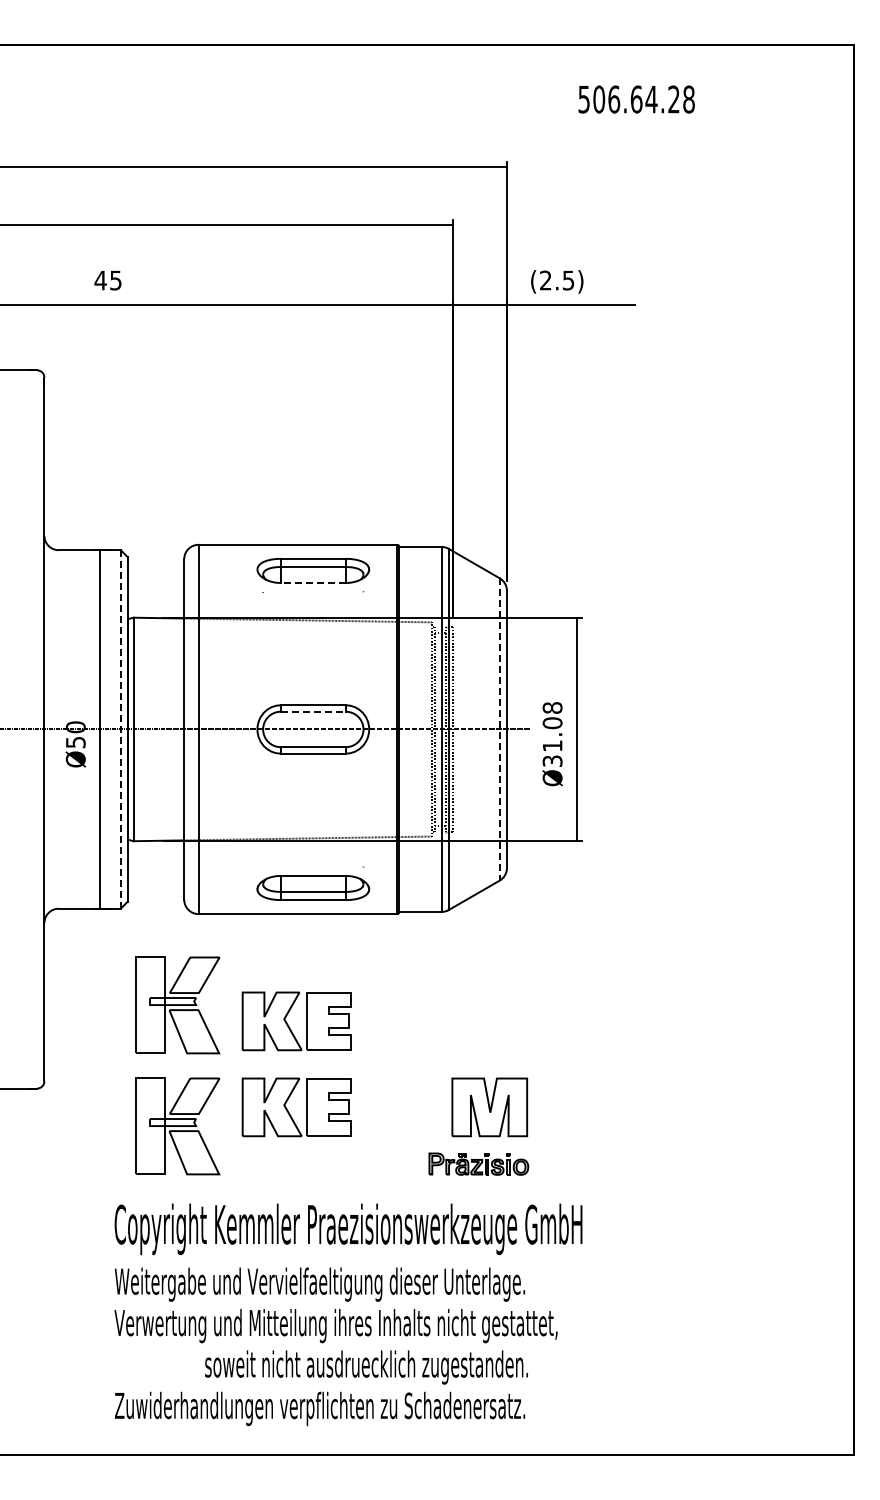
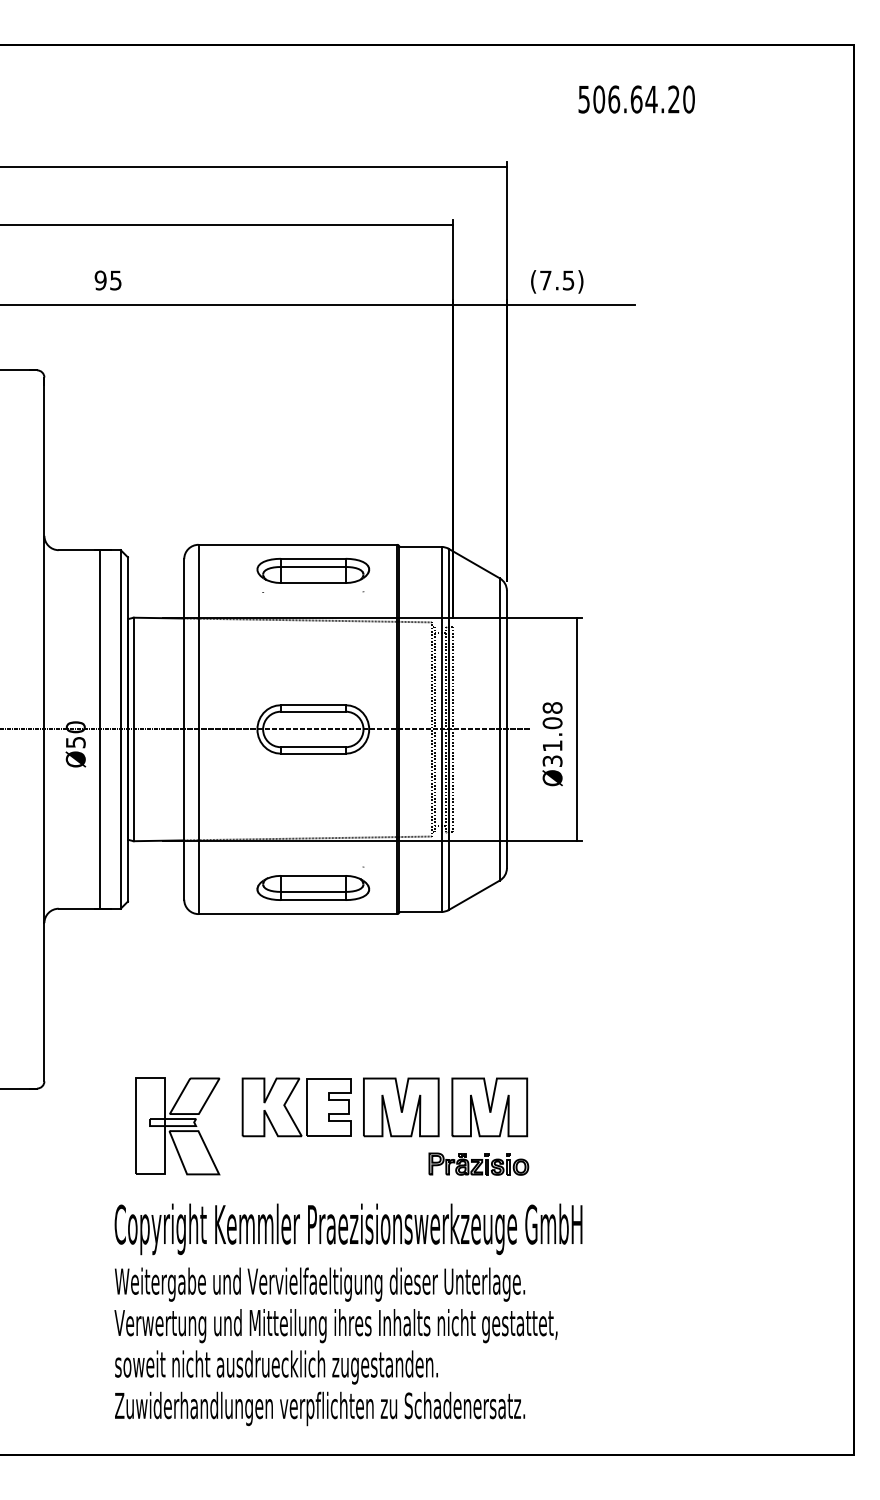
text at (688, 99): 506.64.28 -> 506.64.20
text at (100, 280): 45 -> 95
text at (545, 280): (2.5) -> (7.5)
line at (312, 583): dashed -> solid
line at (313, 711): dashed -> solid
line at (120, 728): dashed -> solid
line at (499, 729): dashed -> solid
part at (177, 1005): present -> none
part at (288, 1024): present -> none
part at (401, 1107): none -> present
text at (366, 1367) position: (366, 1367) -> (276, 1367)
